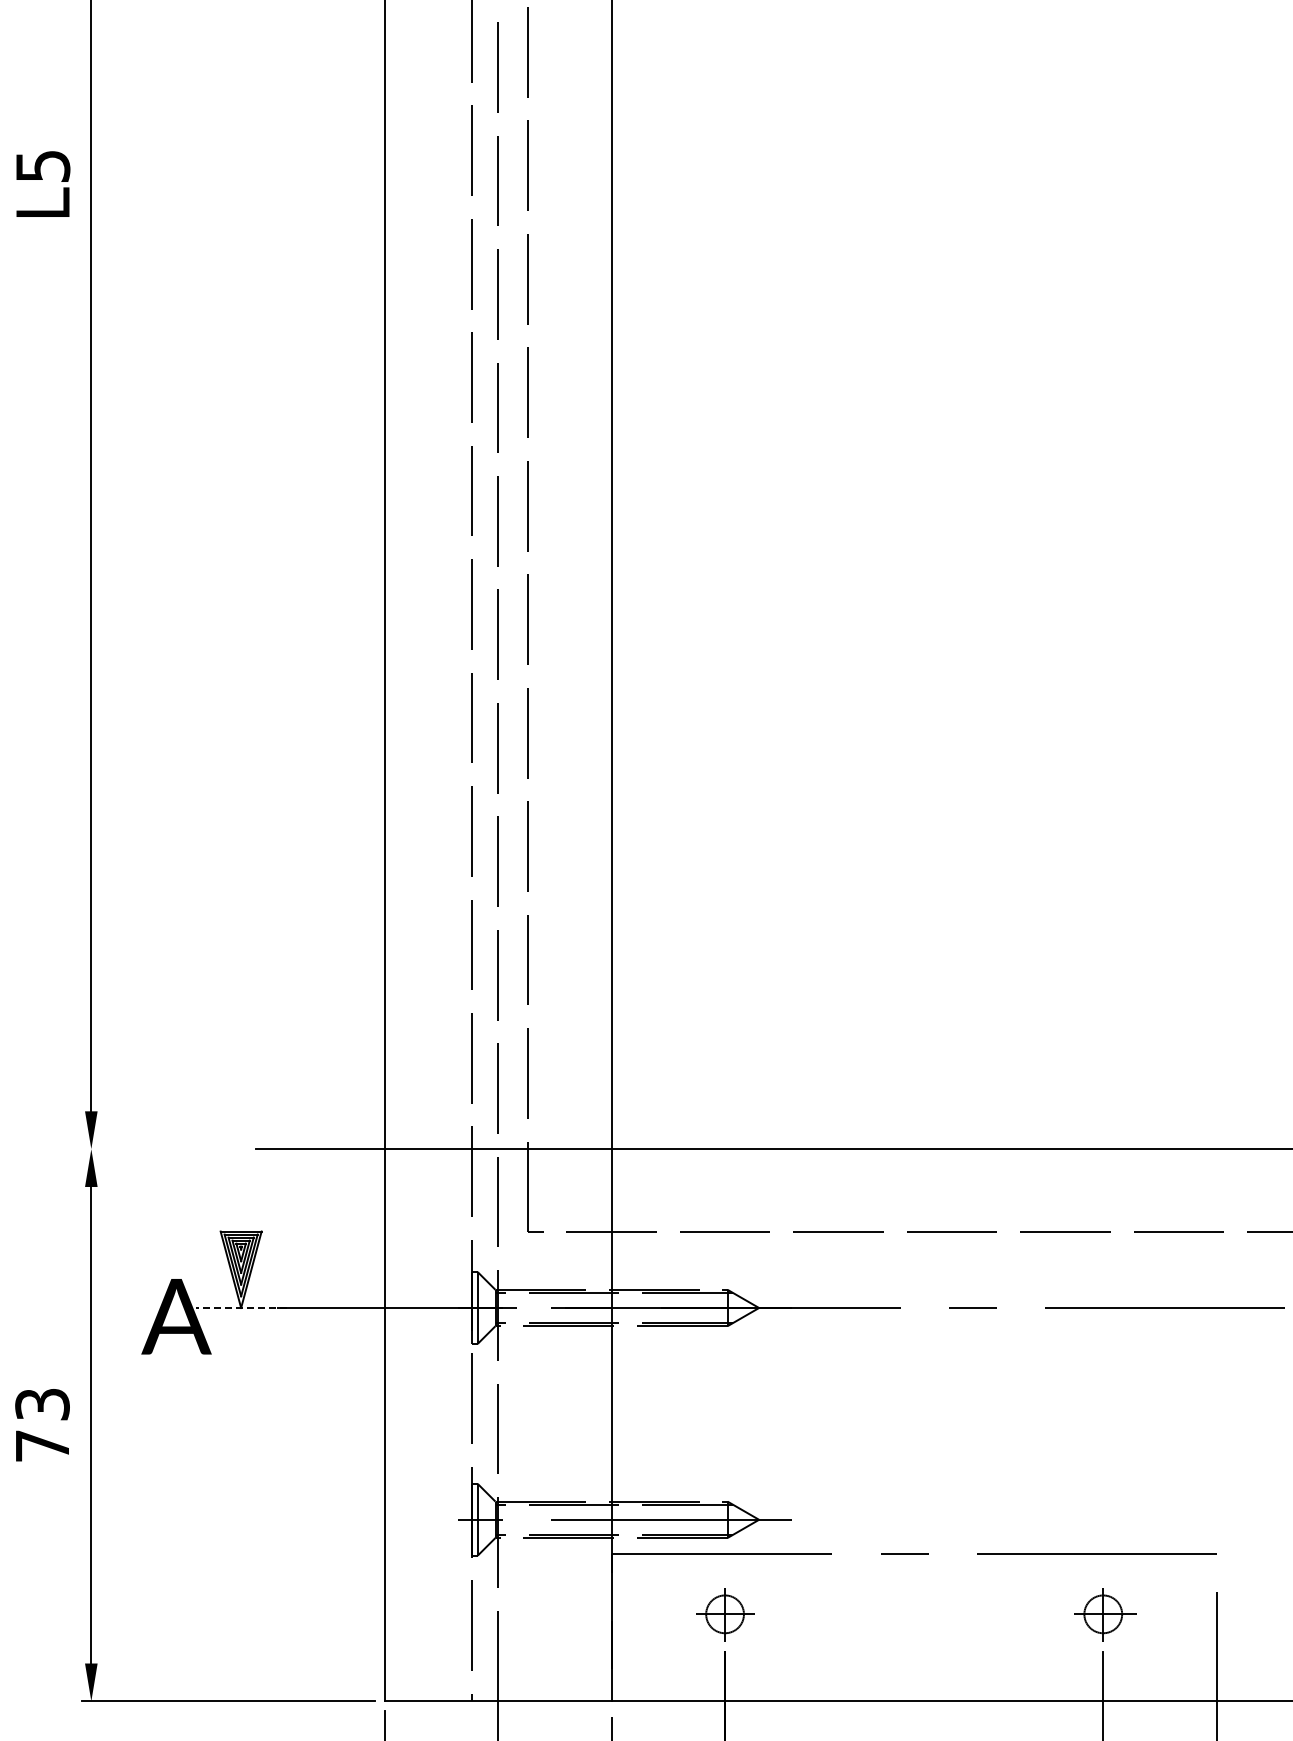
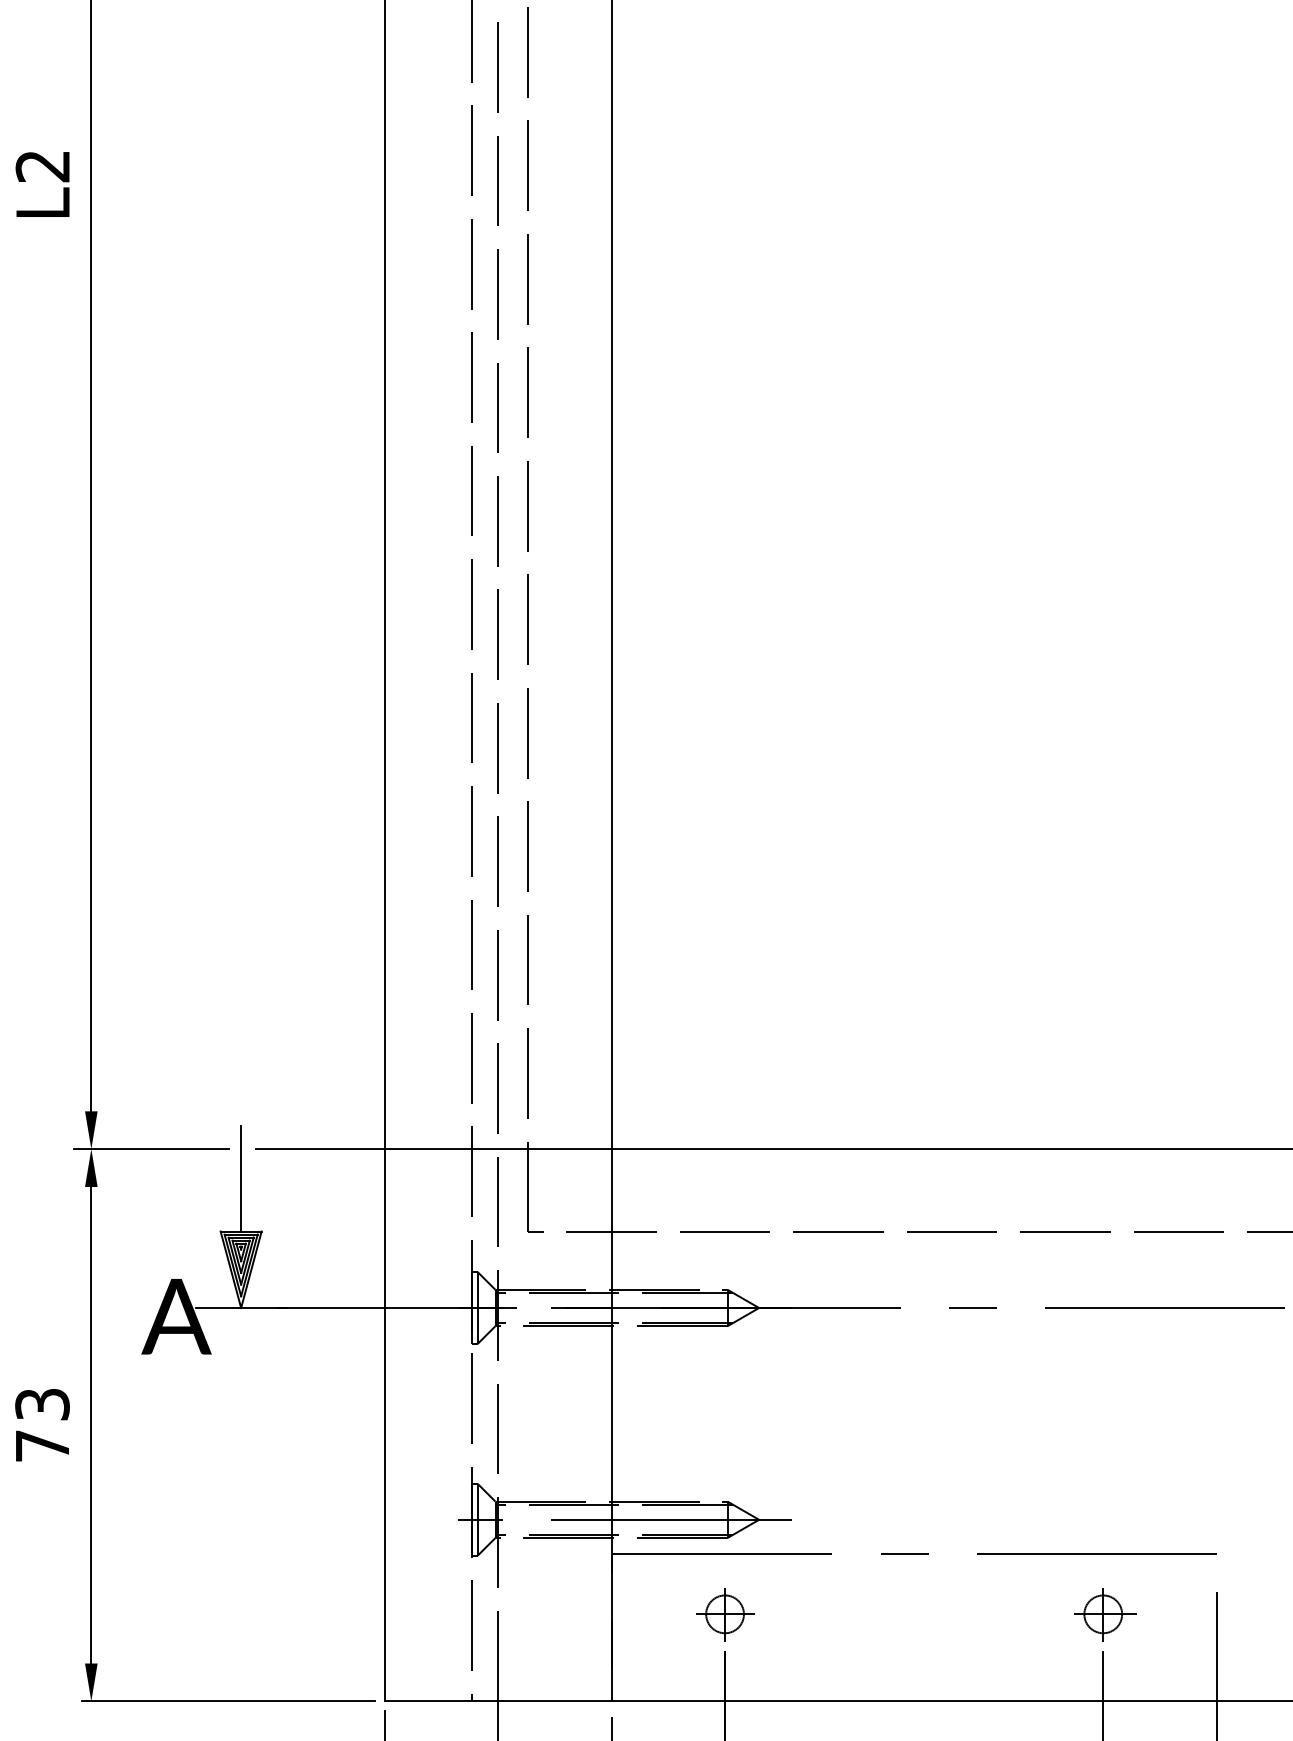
text at (42, 166): L5 -> L2
line at (151, 1149): none -> present
line at (241, 1178): none -> present
line at (240, 1308): dashed -> solid
